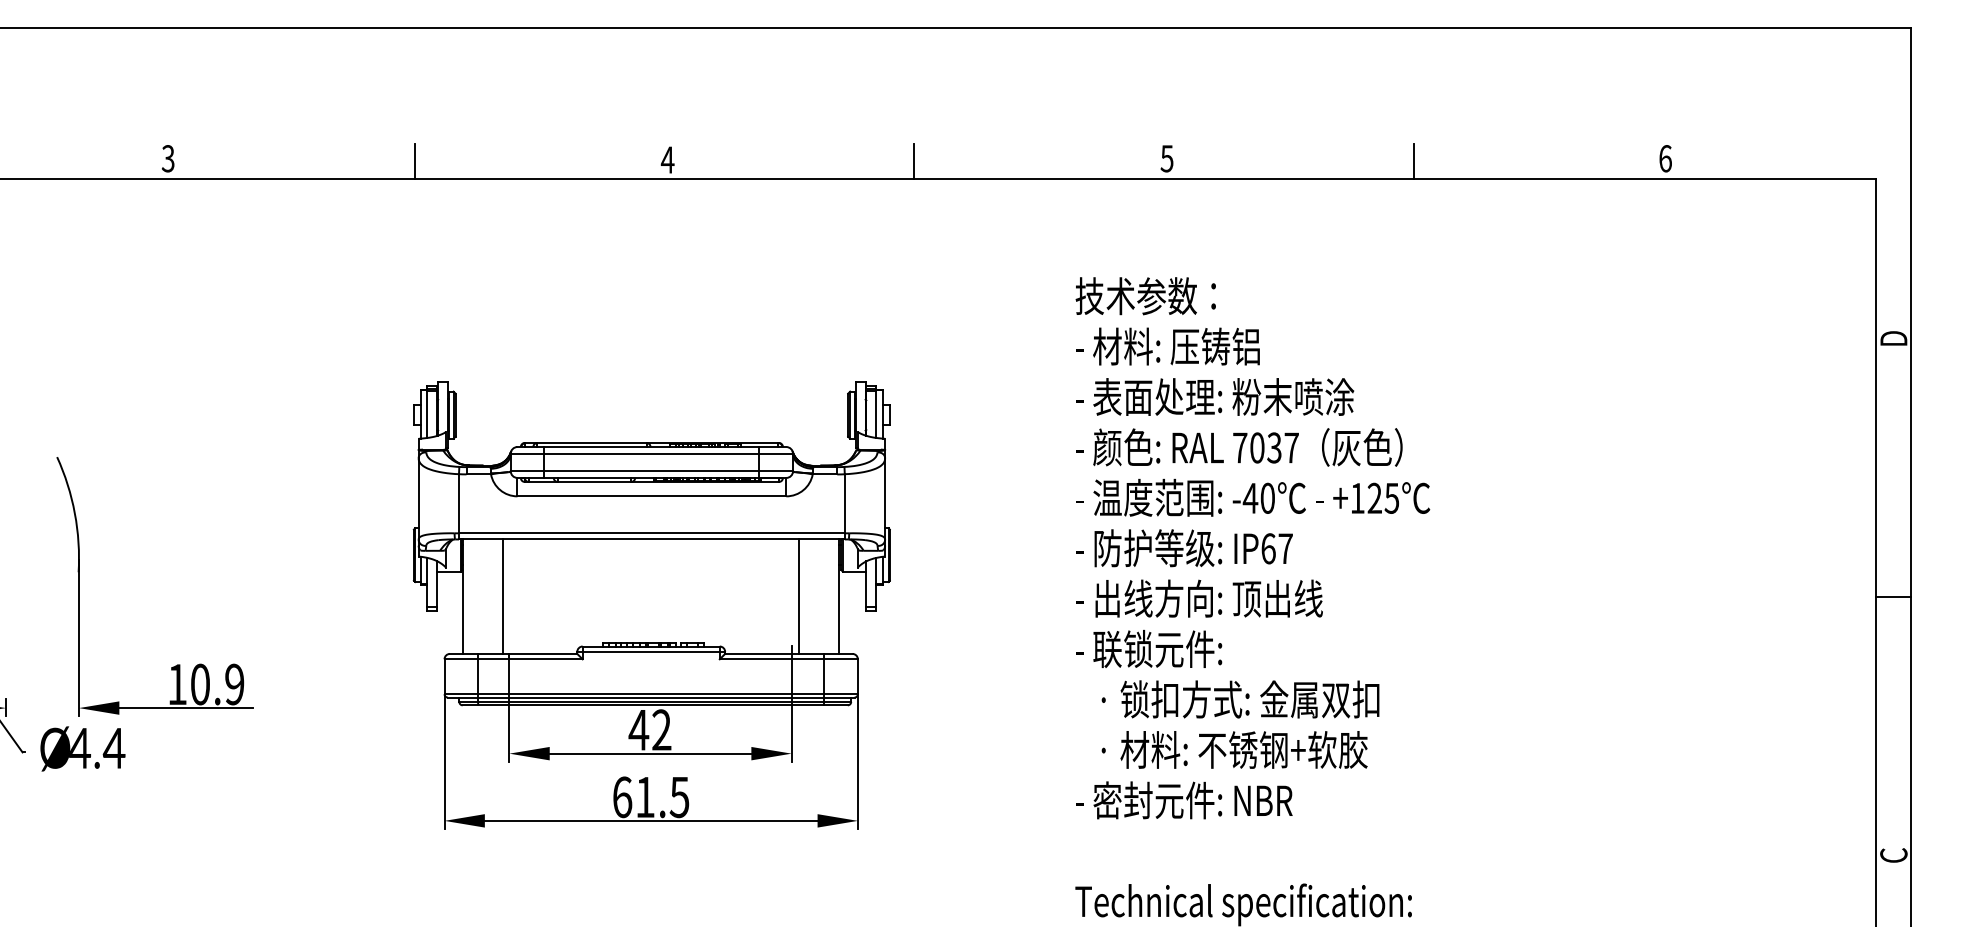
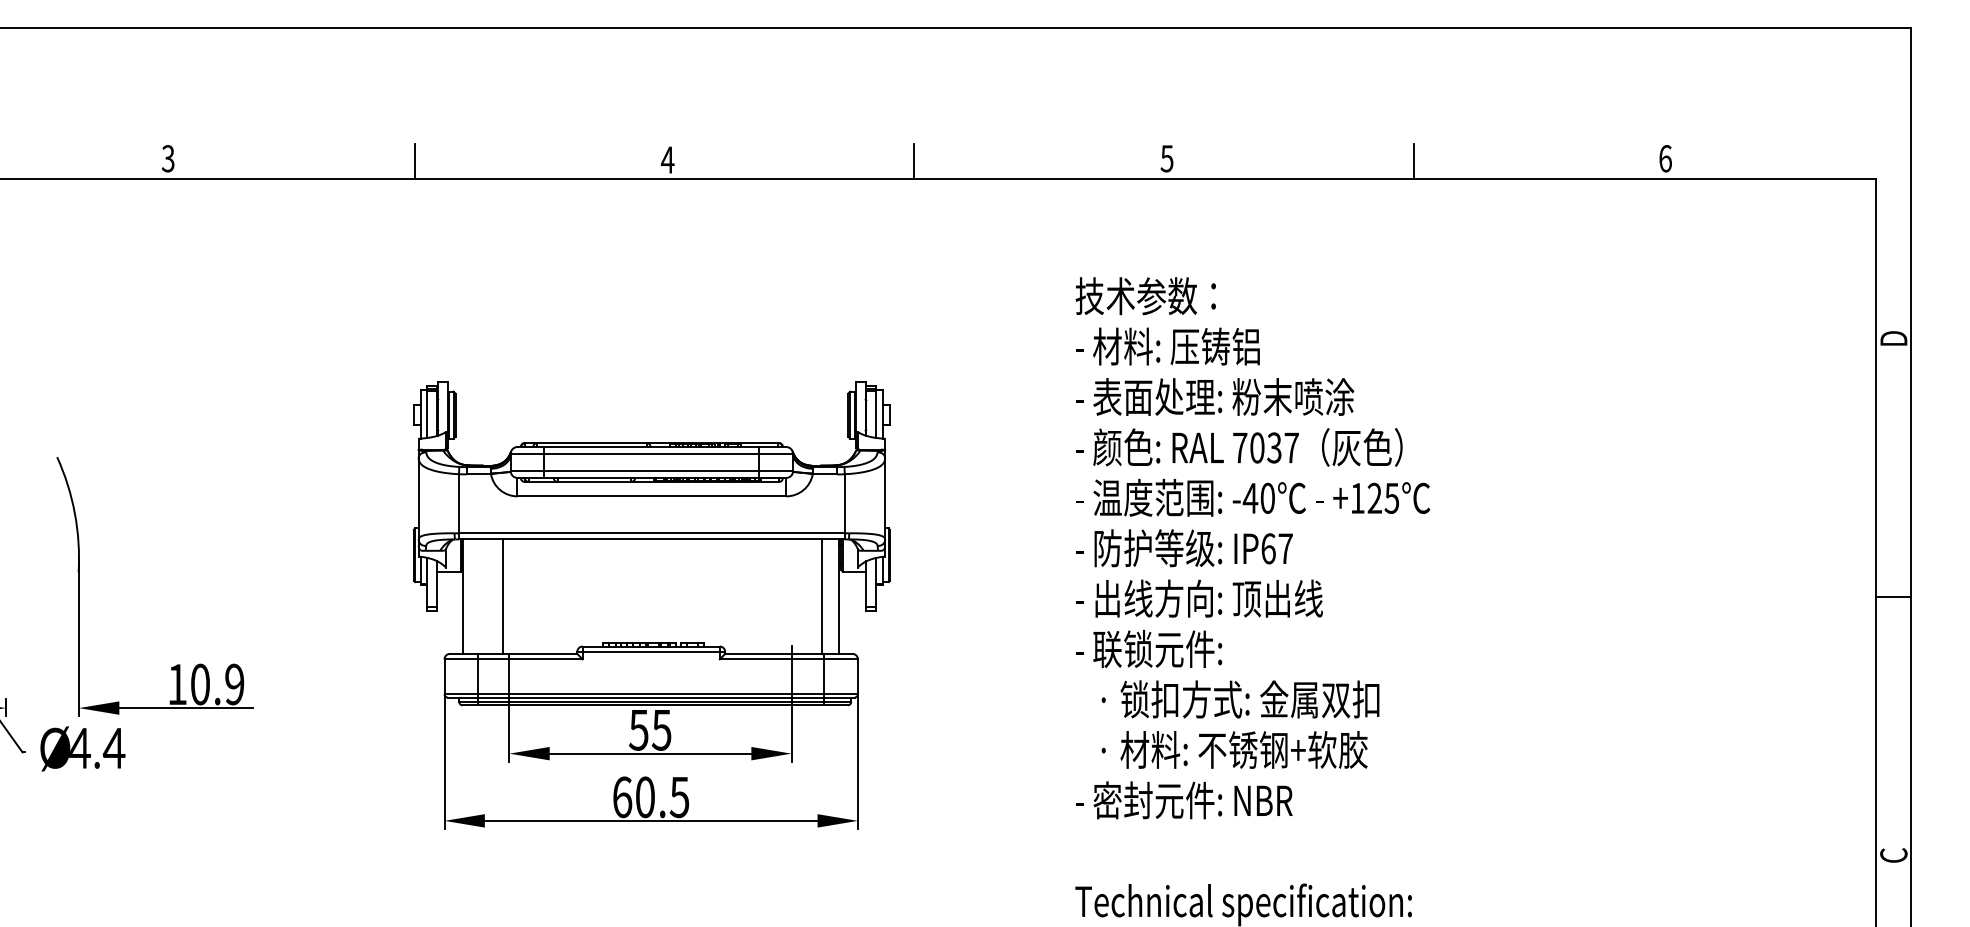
line at (799, 596) position: (799, 596) -> (822, 596)
text at (649, 729): 42 -> 55
text at (645, 797): 61.5 -> 60.5
